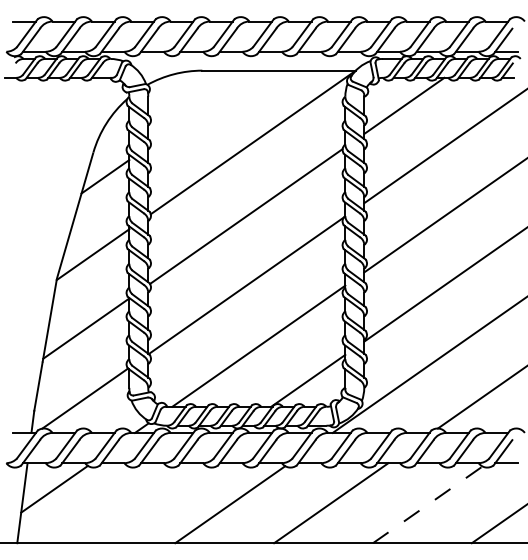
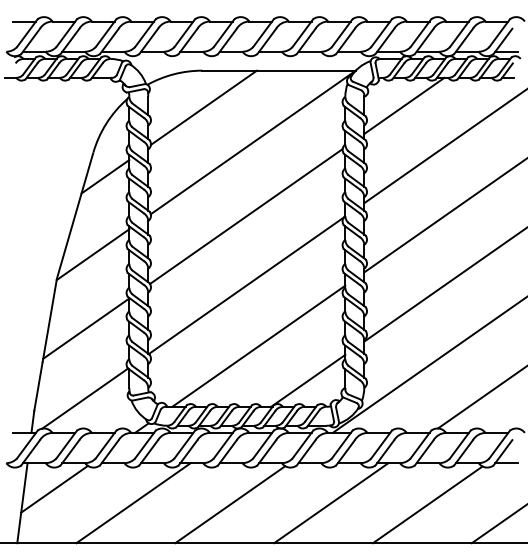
line at (203, 107): none -> present
line at (133, 503): none -> present
line at (427, 504): dashed -> solid
